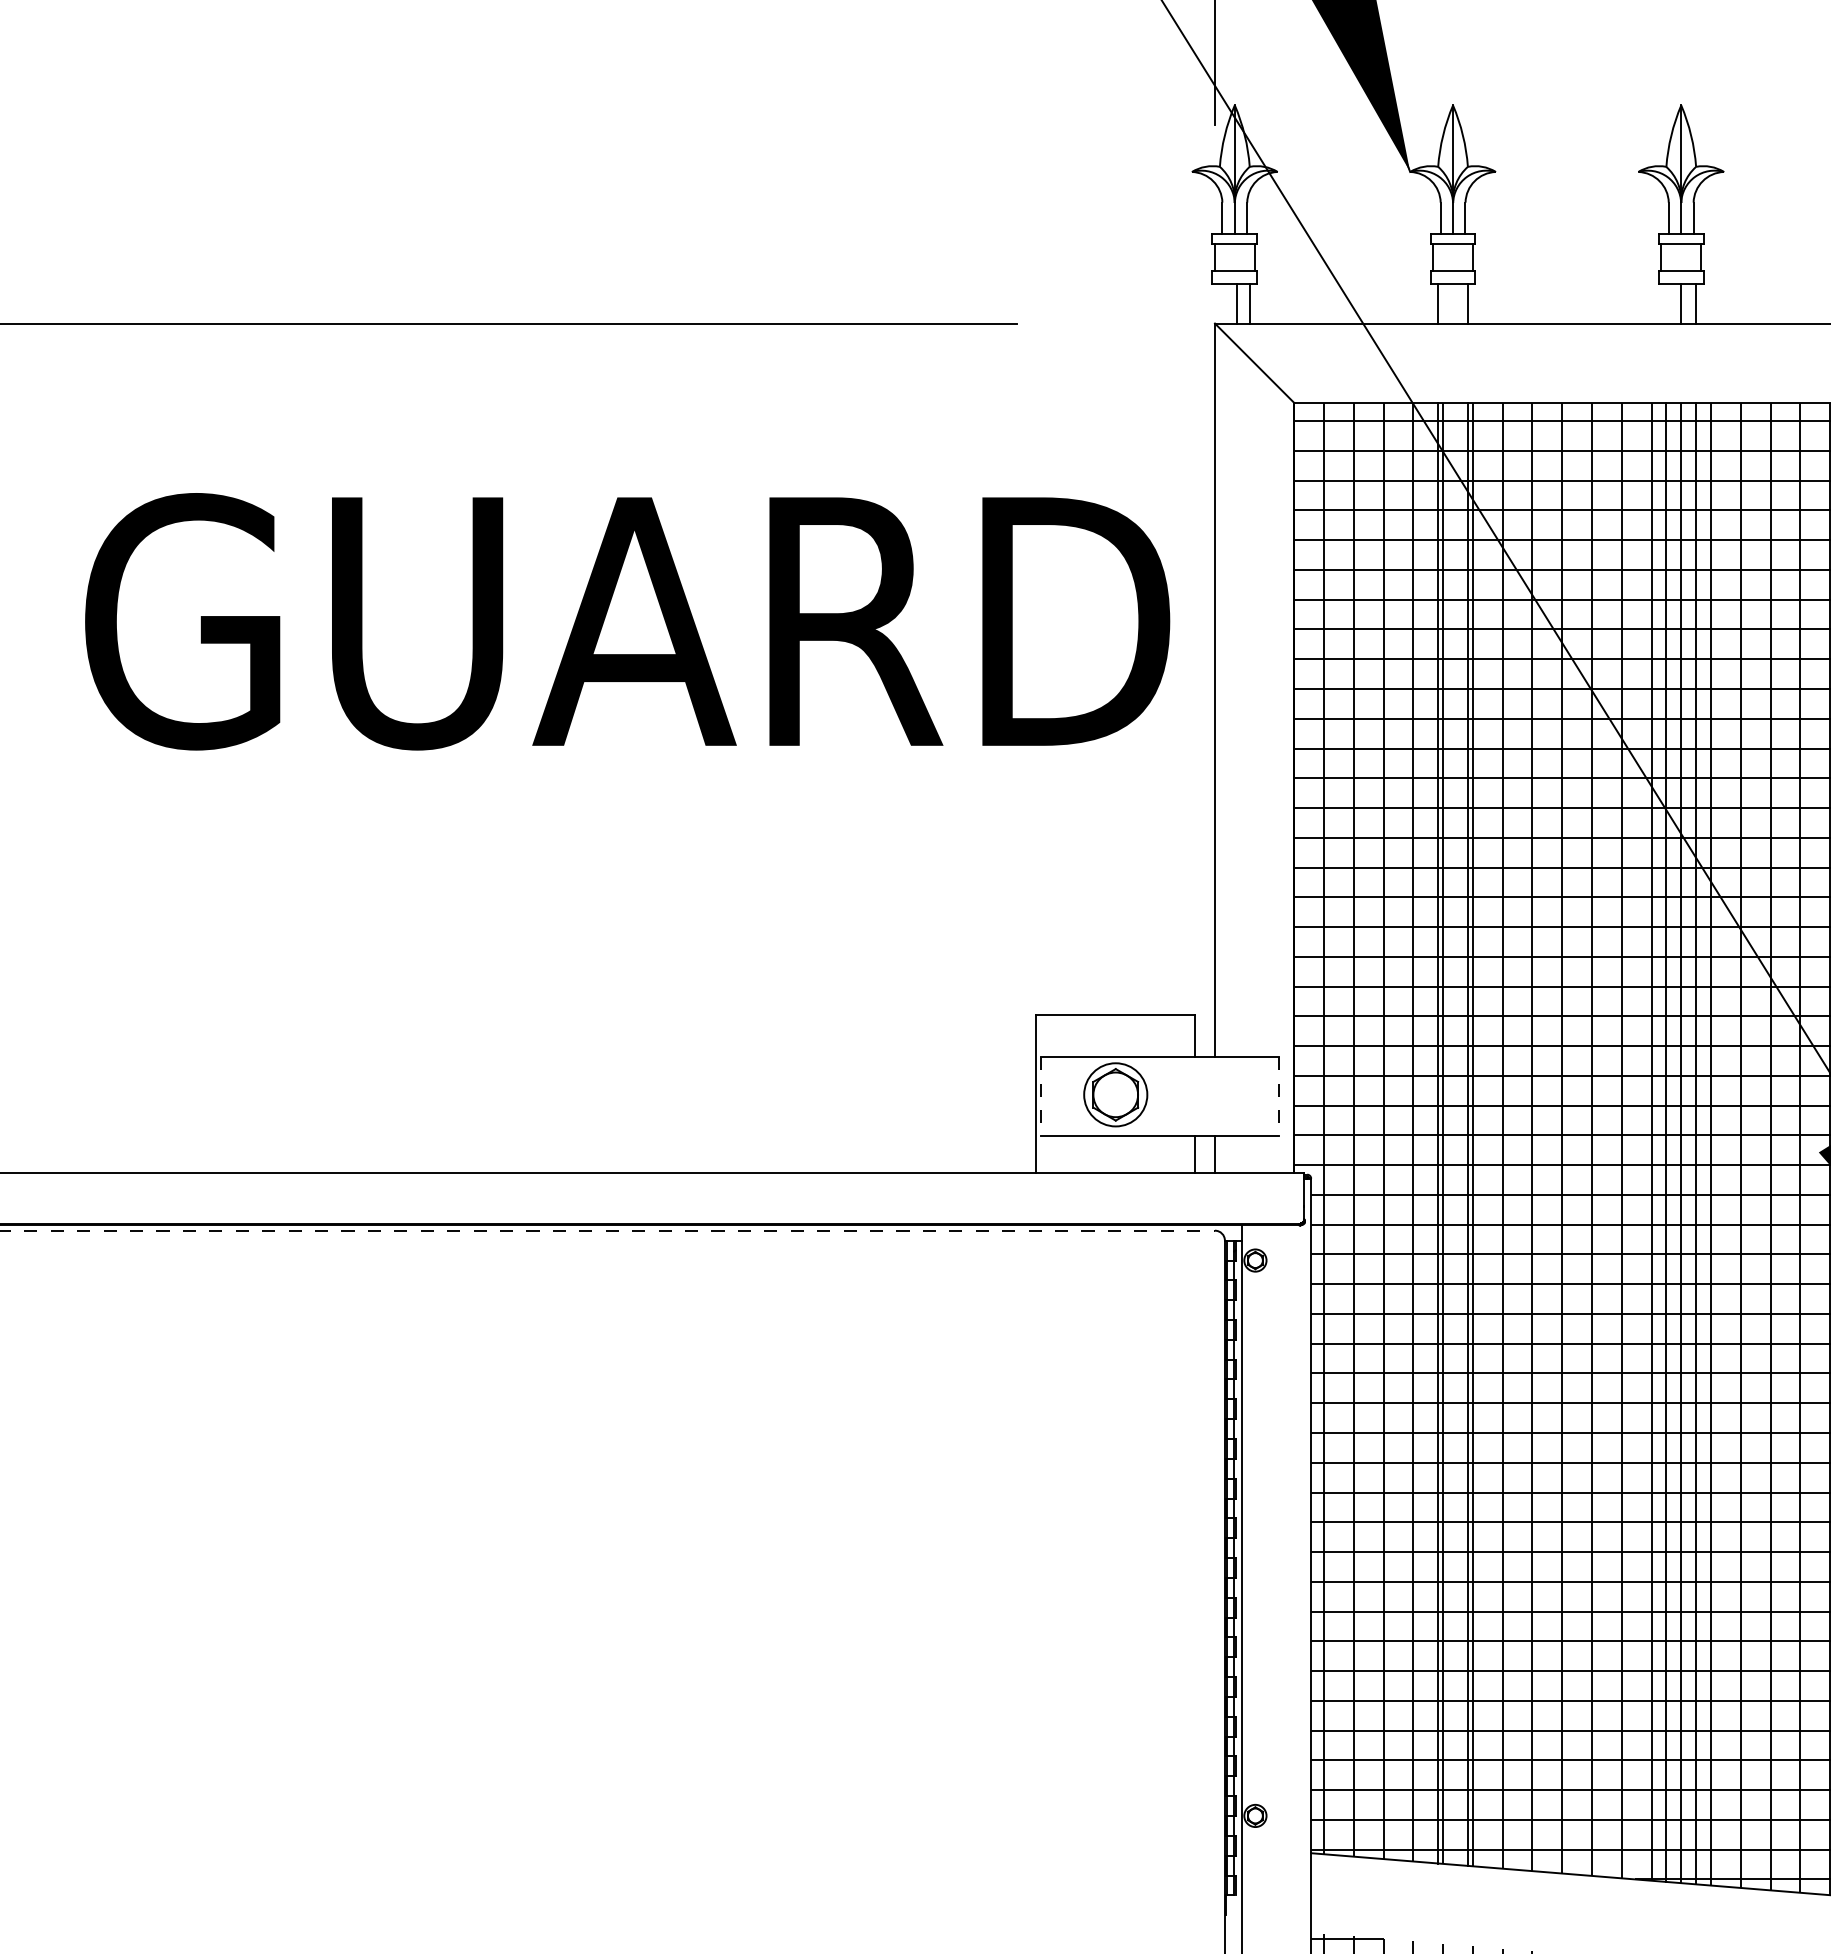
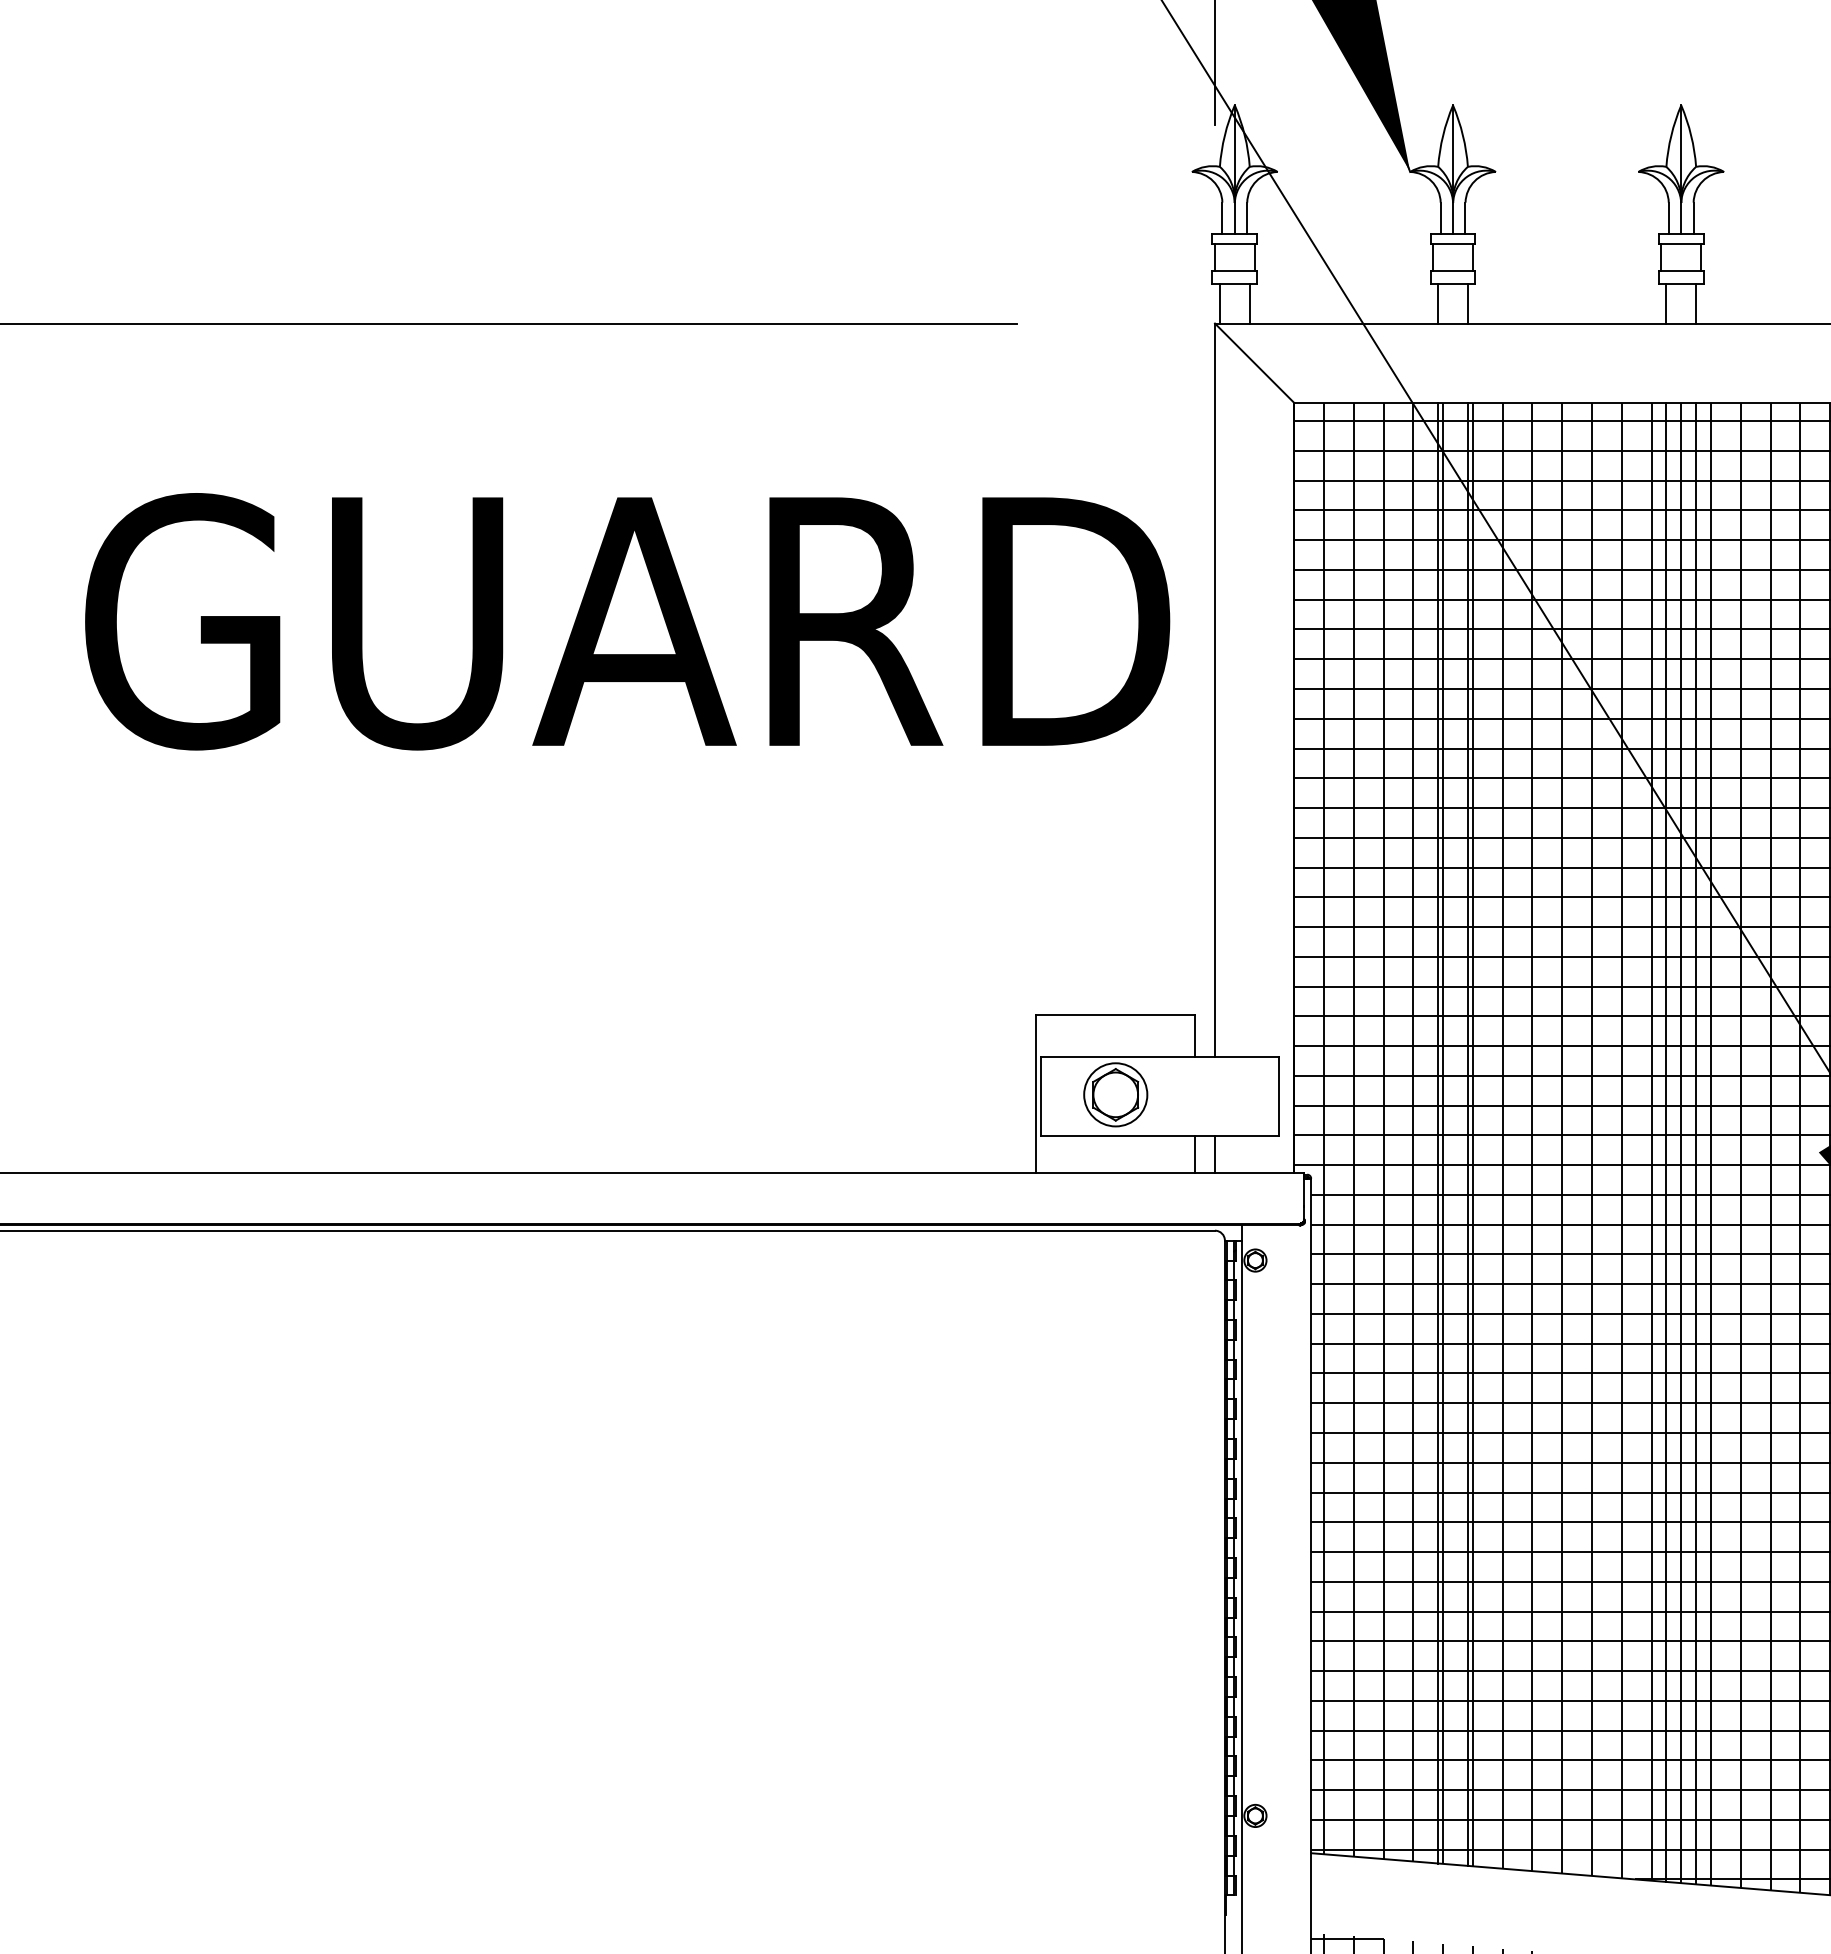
line at (1236, 303) position: (1236, 303) -> (1219, 303)
line at (1681, 303) position: (1681, 303) -> (1666, 303)
line at (1041, 1096): dashed -> solid
line at (1279, 1096): dashed -> solid
line at (608, 1230): dashed -> solid
